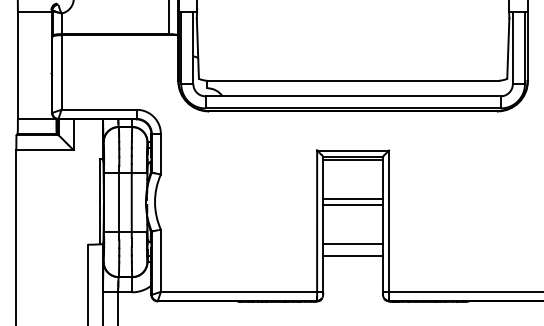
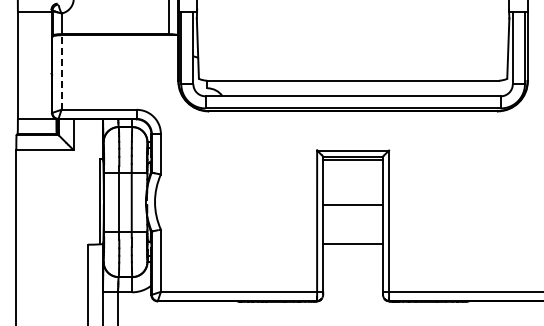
line at (61, 72): solid -> dashed
line at (352, 199): present -> none
line at (352, 256): present -> none
